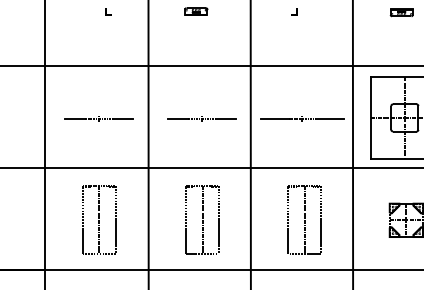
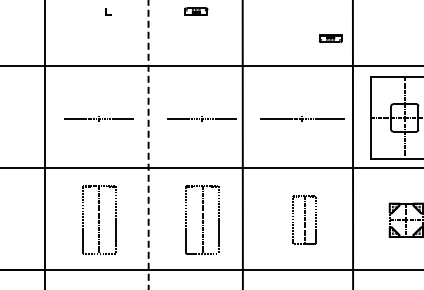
part at (294, 11): present -> none
part at (401, 12) position: (401, 12) -> (330, 38)
line at (250, 144) position: (250, 144) -> (242, 144)
line at (148, 145): solid -> dashed
part at (304, 219) size: 35x70 px -> 25x50 px
